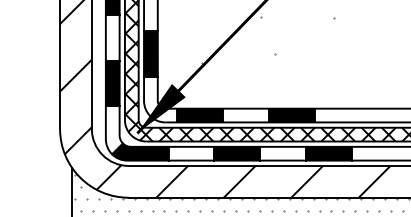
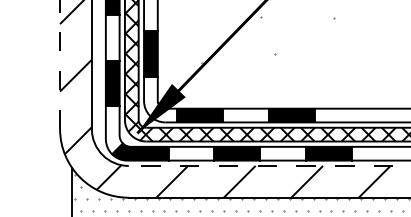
line at (60, 64): solid -> dashed
line at (269, 165): solid -> dashed
